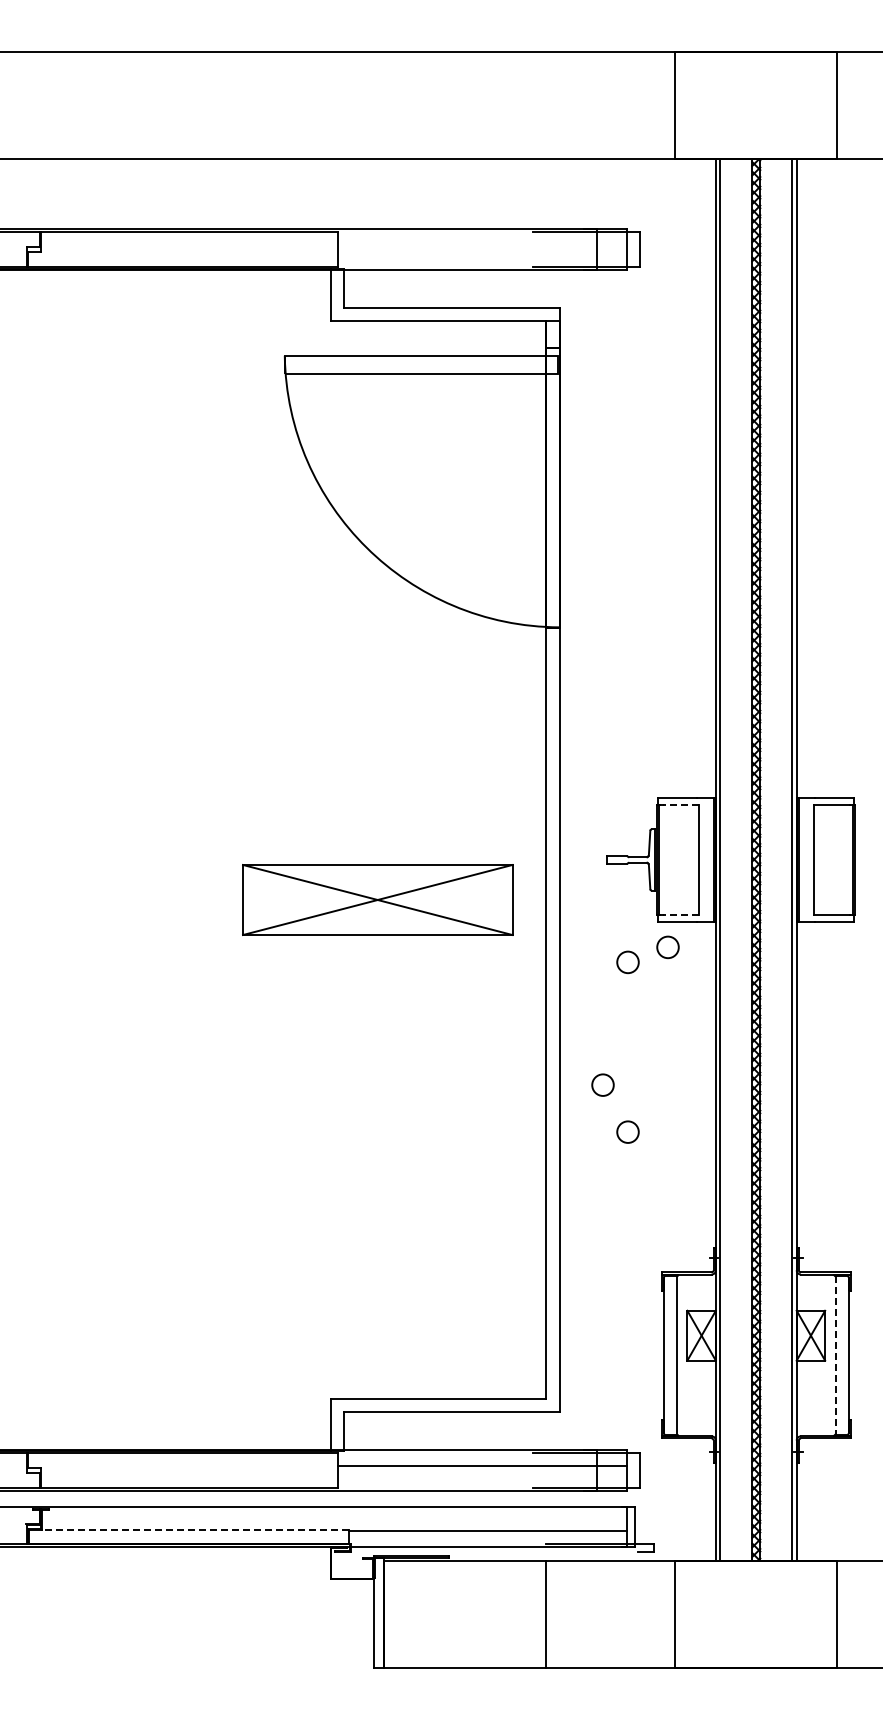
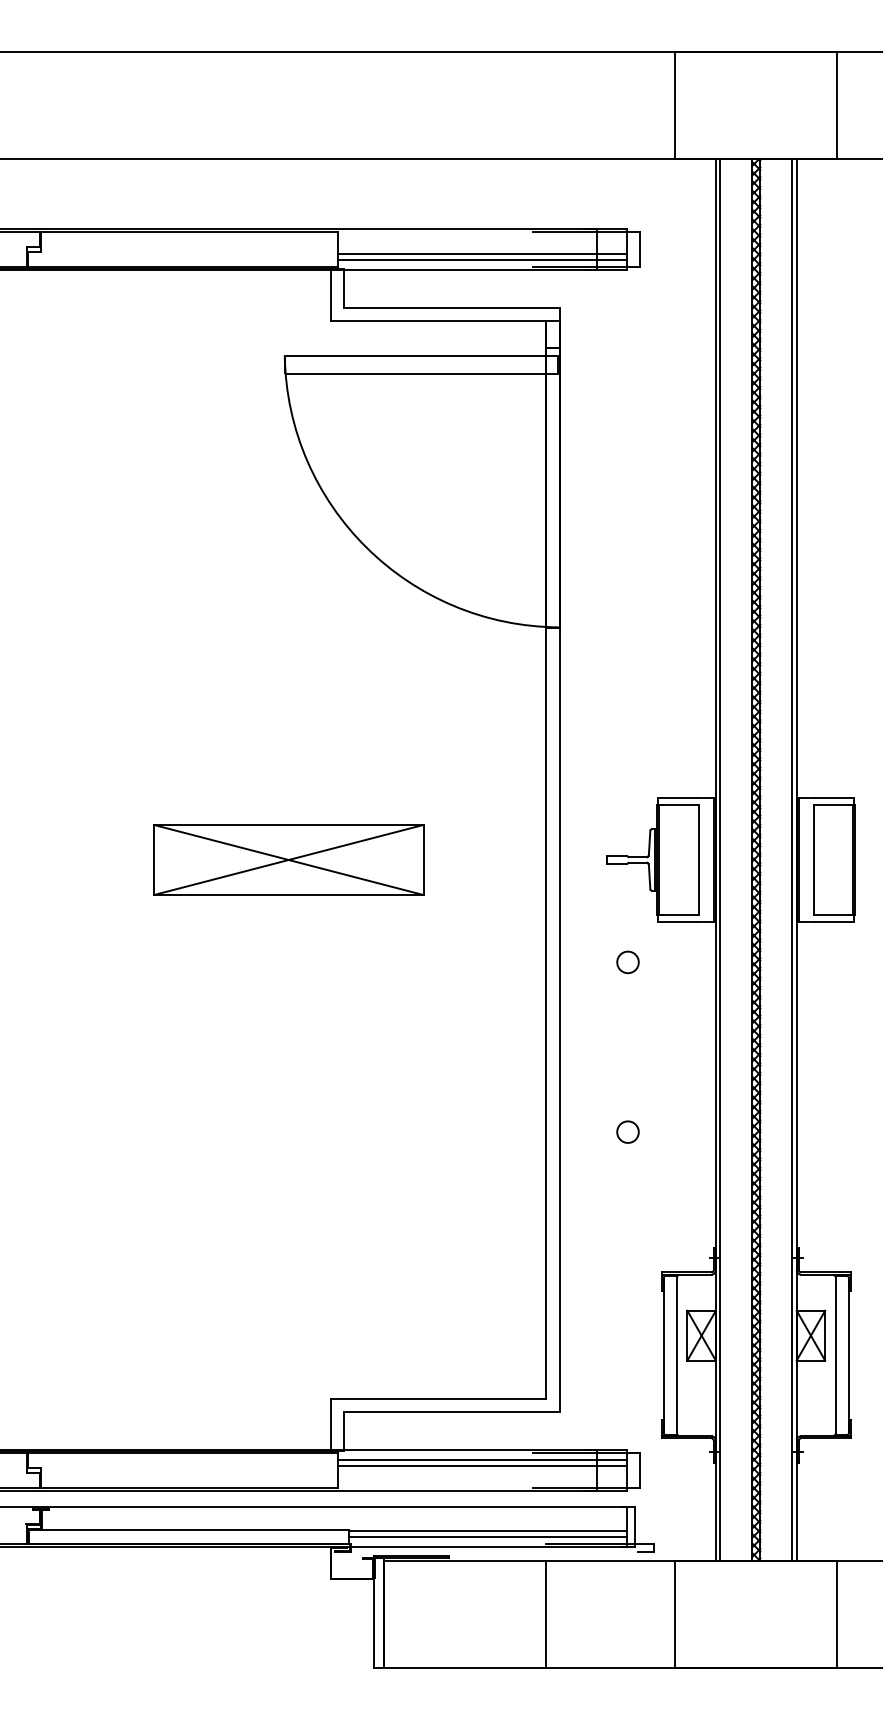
line at (481, 253): none -> present
line at (481, 260): none -> present
line at (680, 804): dashed -> solid
part at (377, 899) position: (377, 899) -> (288, 859)
line at (680, 915): dashed -> solid
circle at (667, 947): present -> none
circle at (602, 1084): present -> none
line at (835, 1355): dashed -> solid
line at (481, 1459): none -> present
line at (194, 1530): dashed -> solid
line at (487, 1537): none -> present
